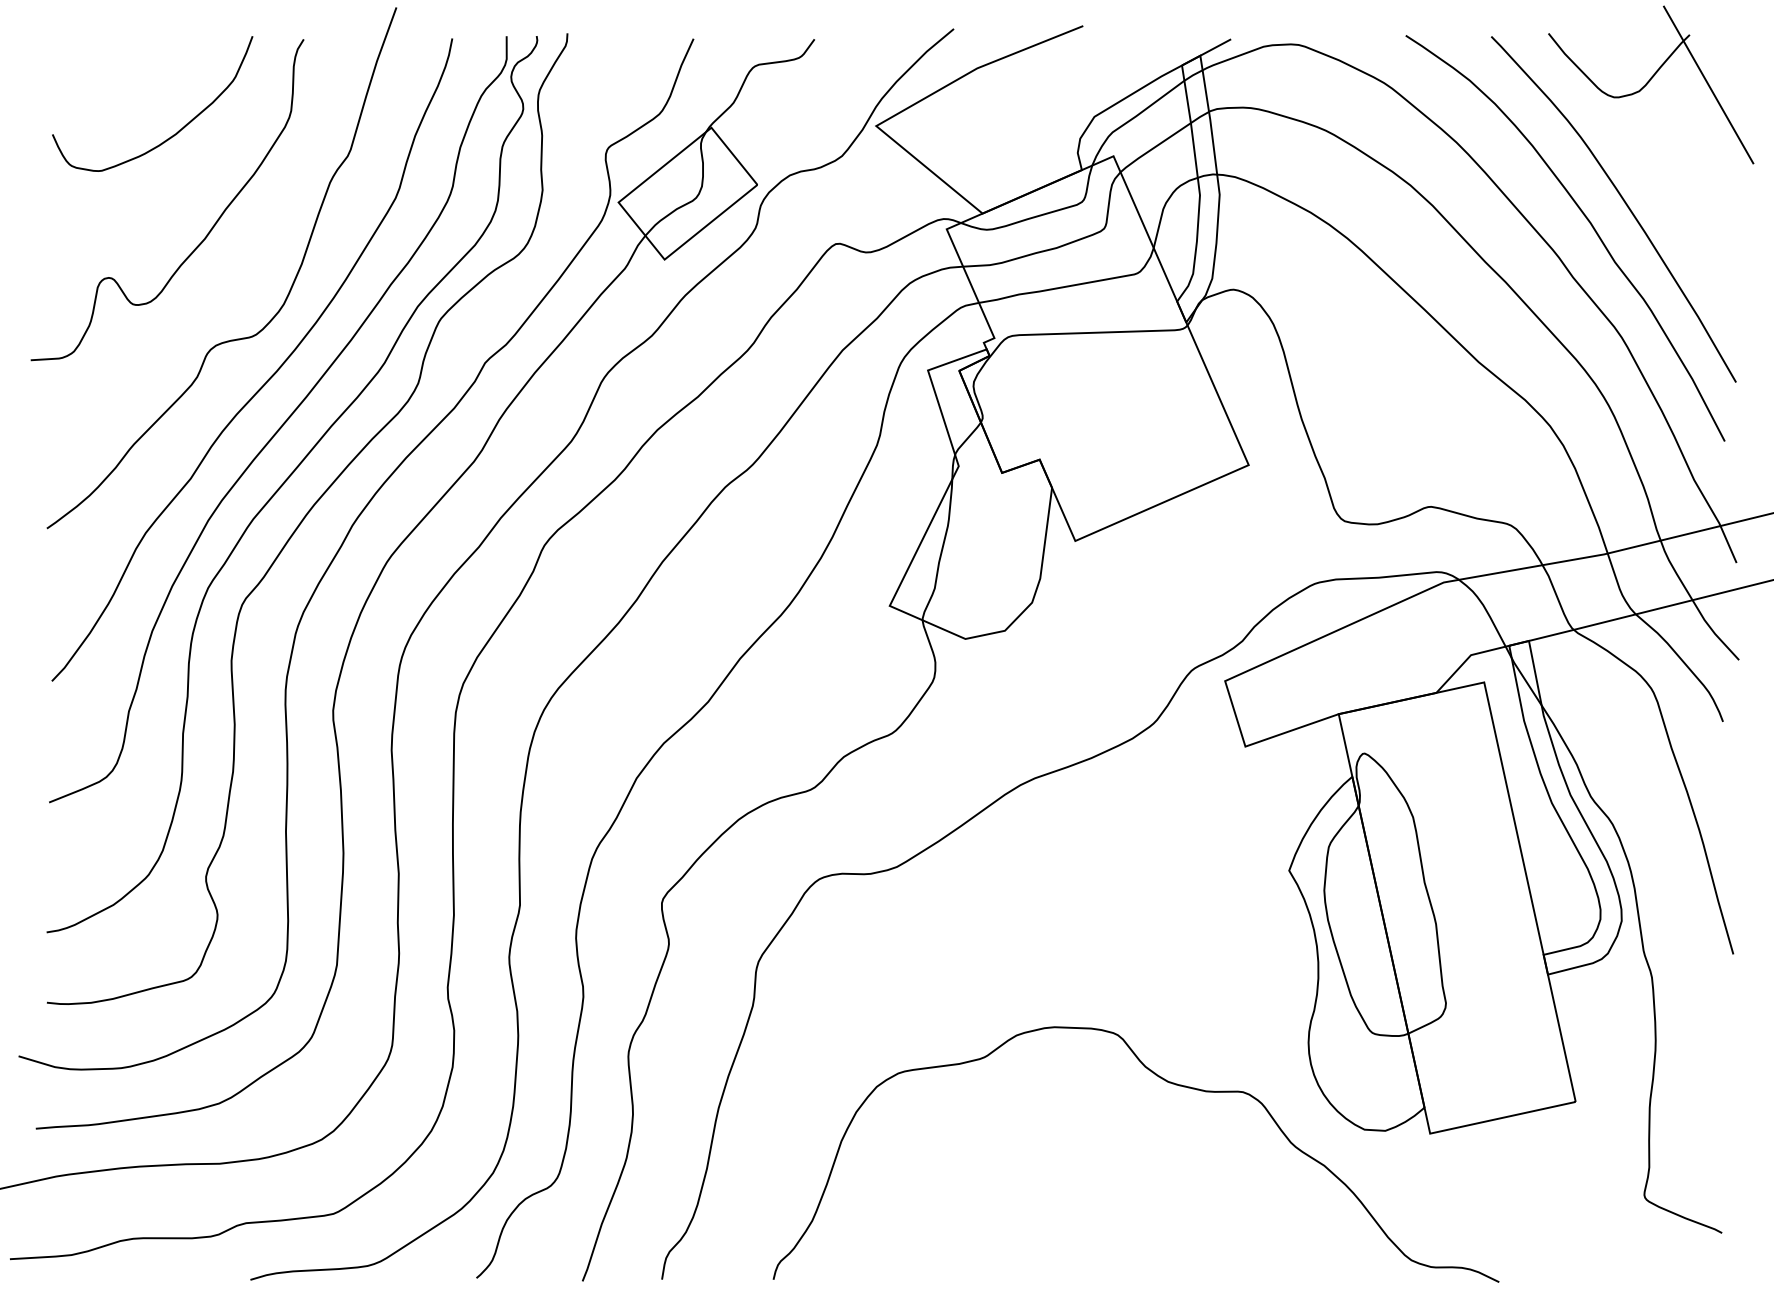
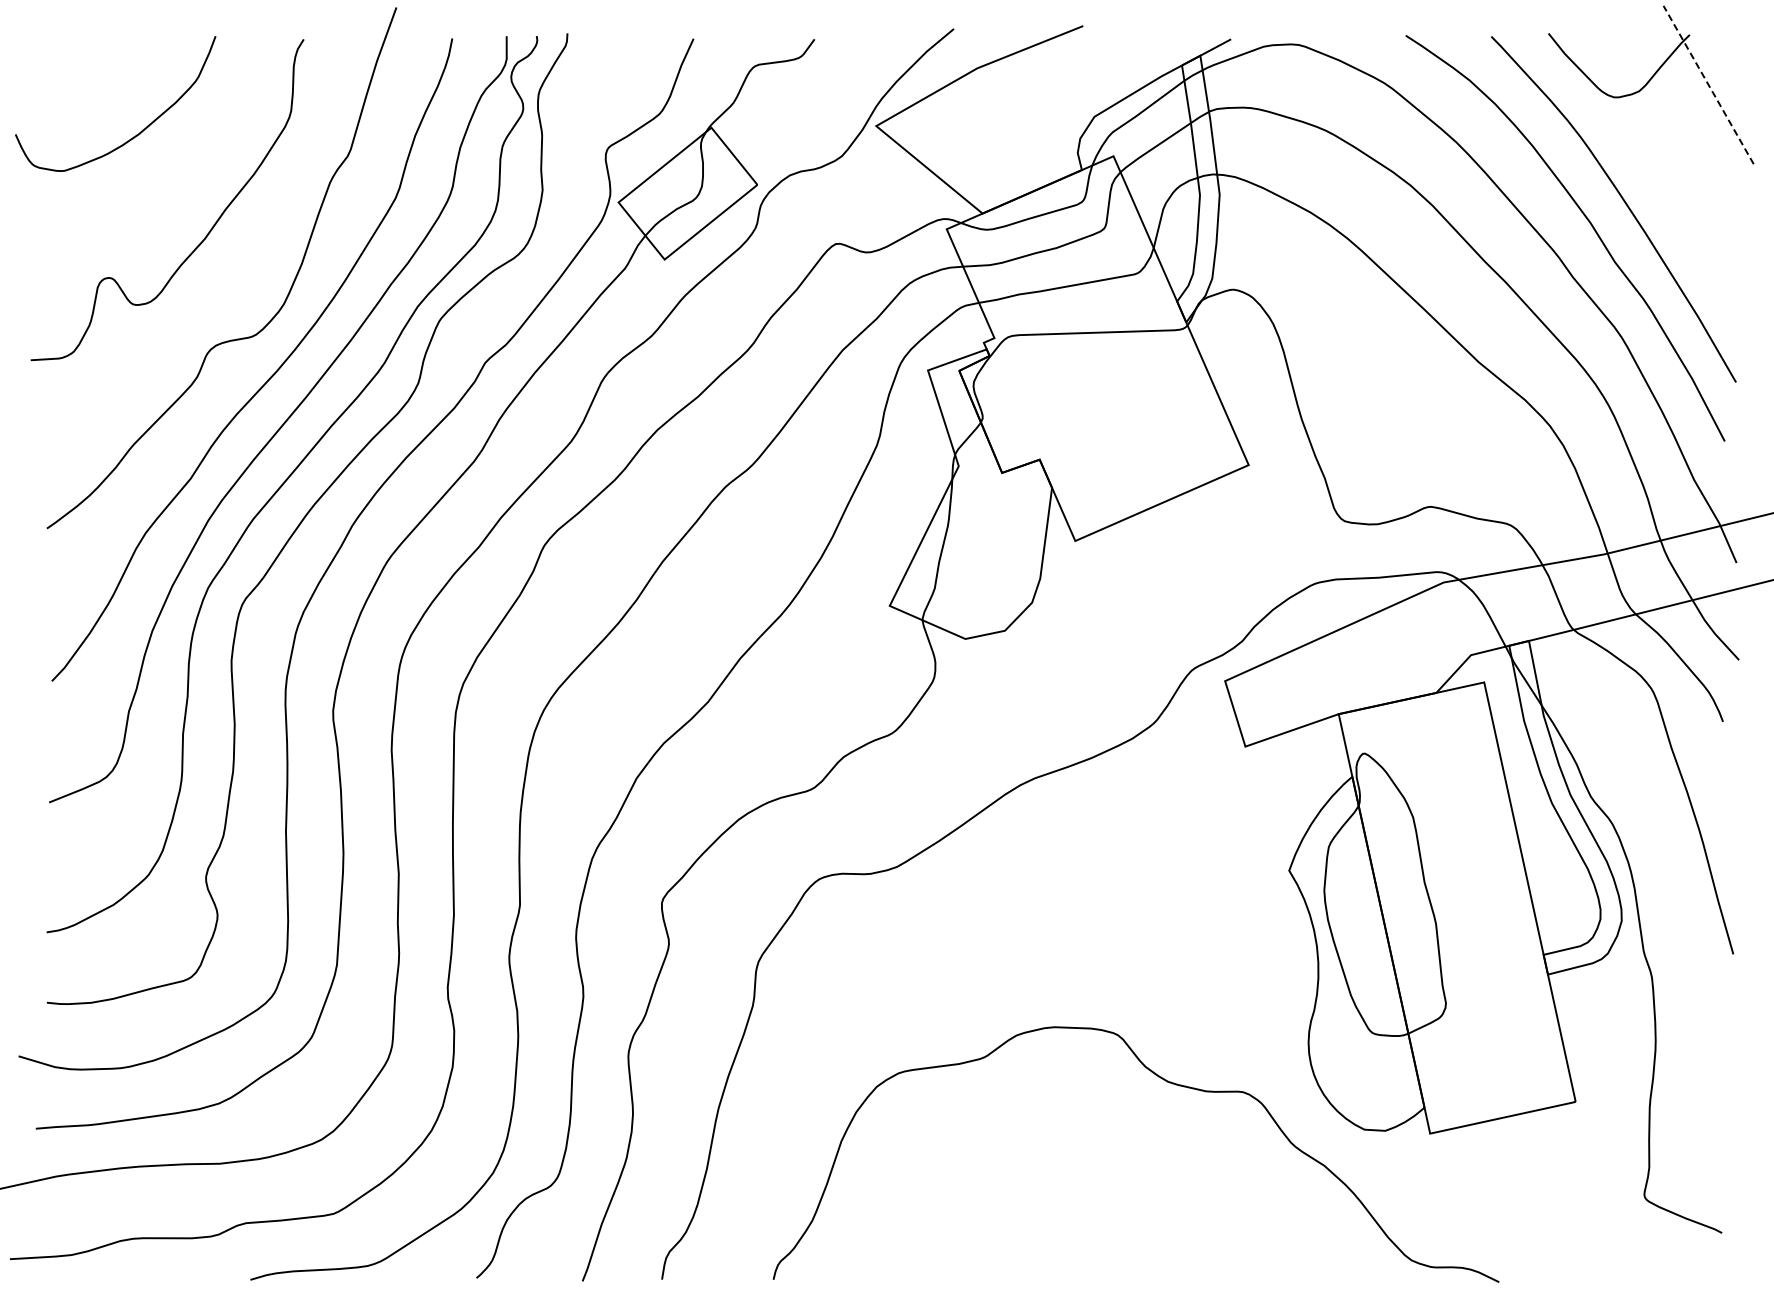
line at (1708, 84): solid -> dashed
curve at (173, 134) position: (173, 134) -> (136, 134)
